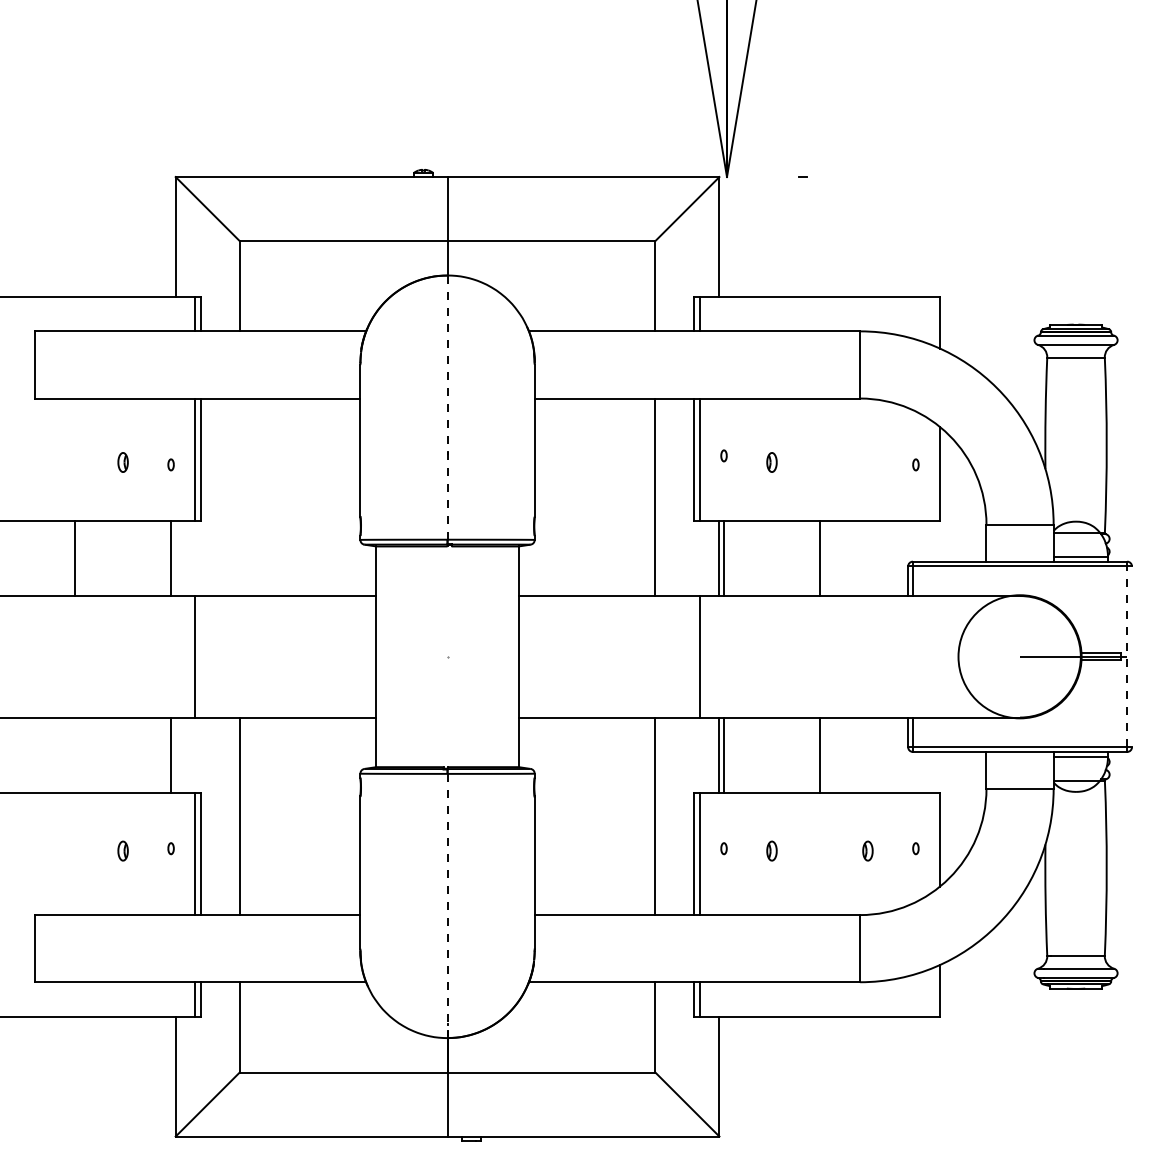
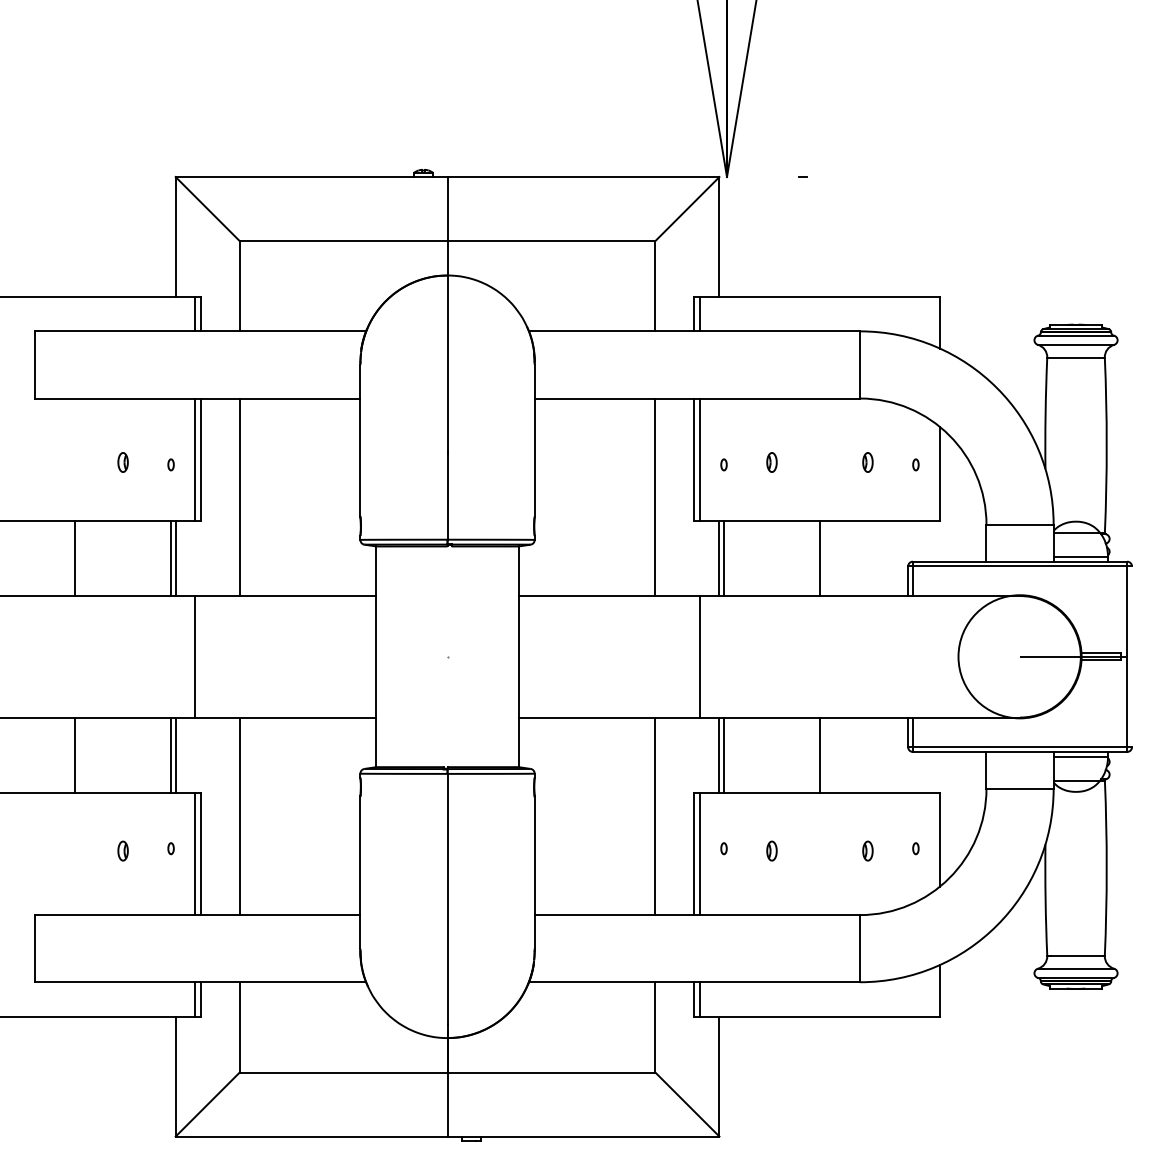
line at (447, 407): dashed -> solid
part at (723, 455) position: (723, 455) -> (723, 464)
part at (867, 462): none -> present
line at (239, 497): none -> present
line at (175, 558): none -> present
line at (1127, 656): dashed -> solid
line at (74, 754): none -> present
line at (175, 754): none -> present
line at (447, 905): dashed -> solid
